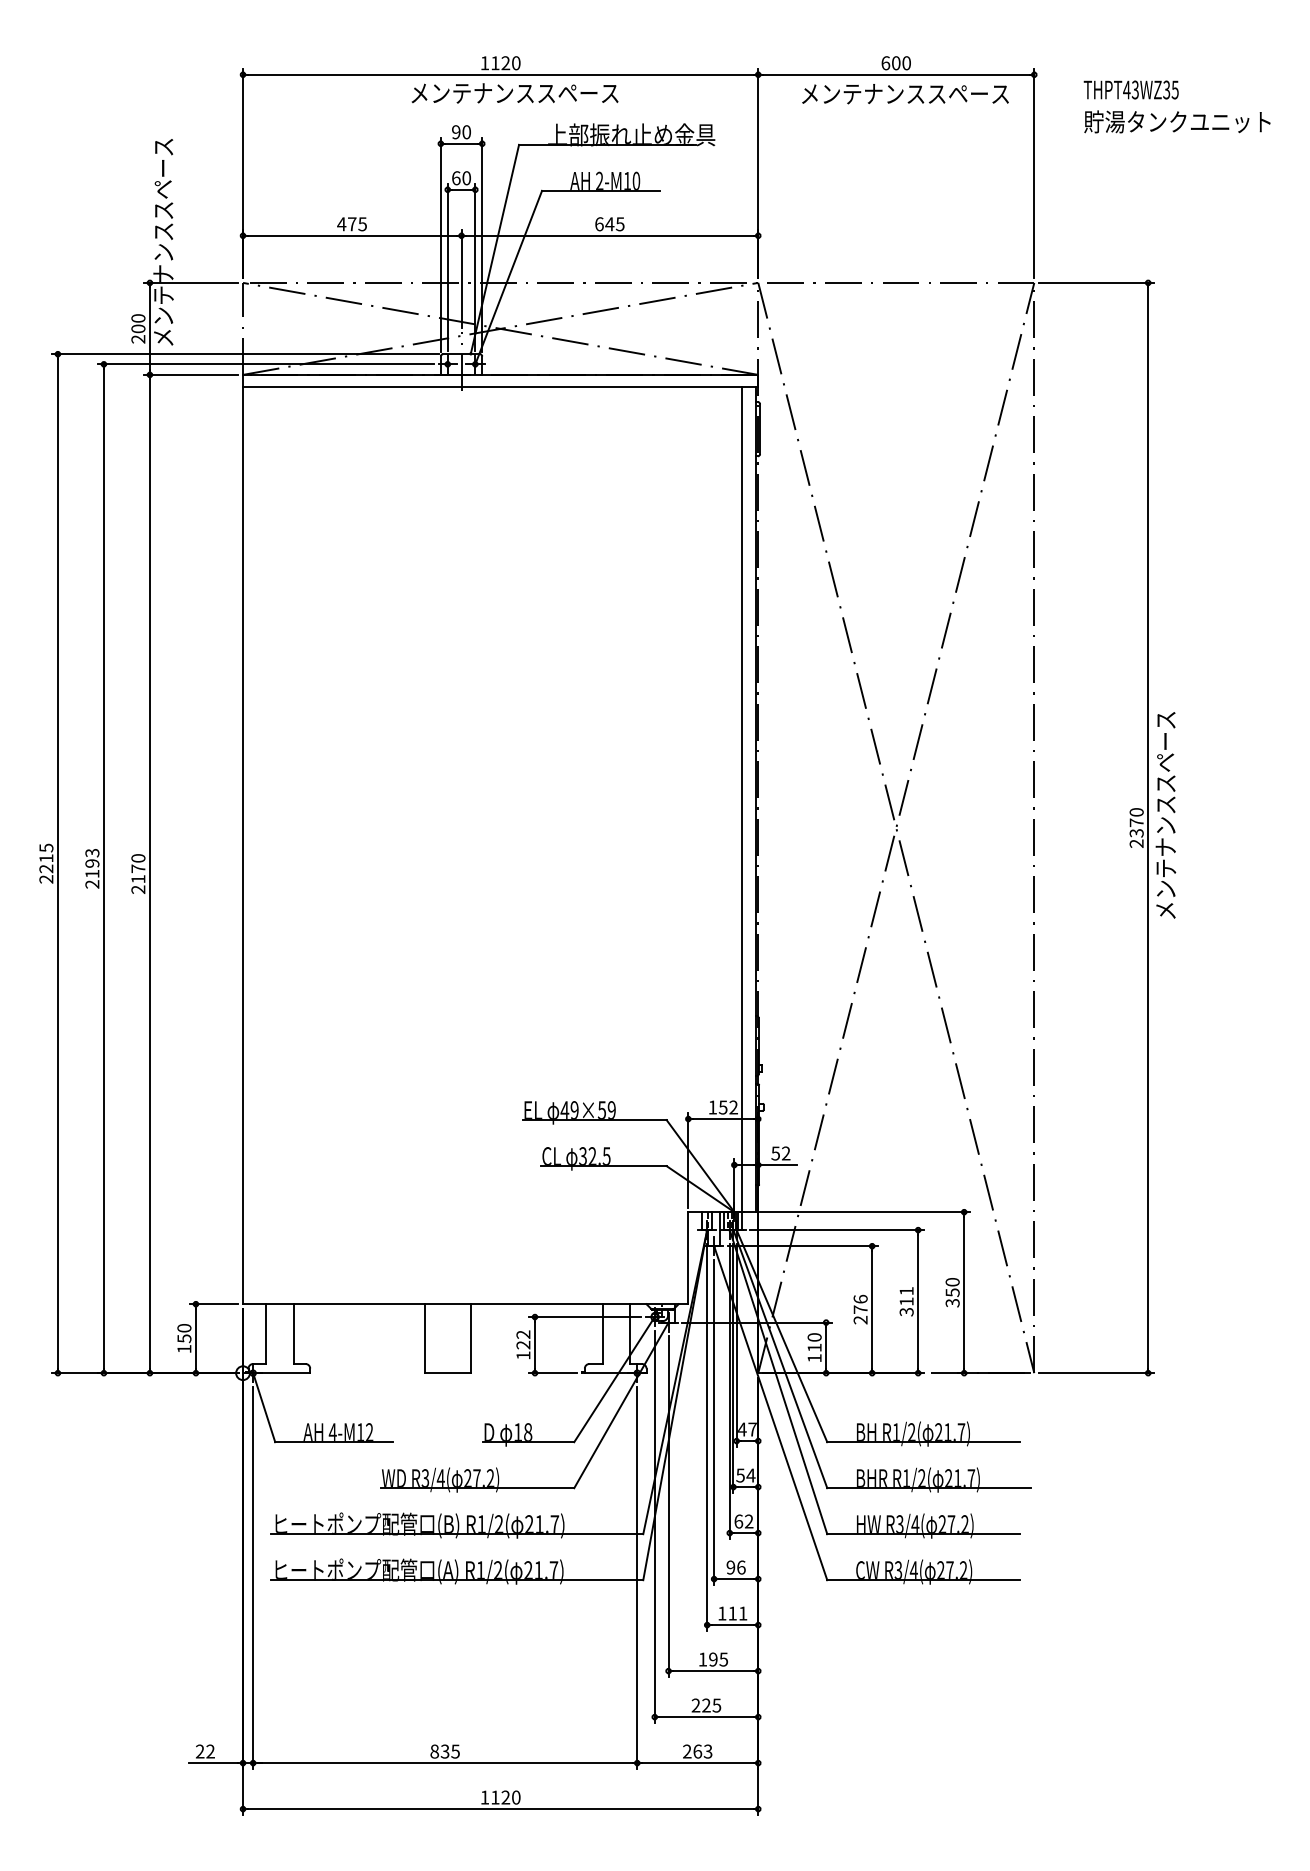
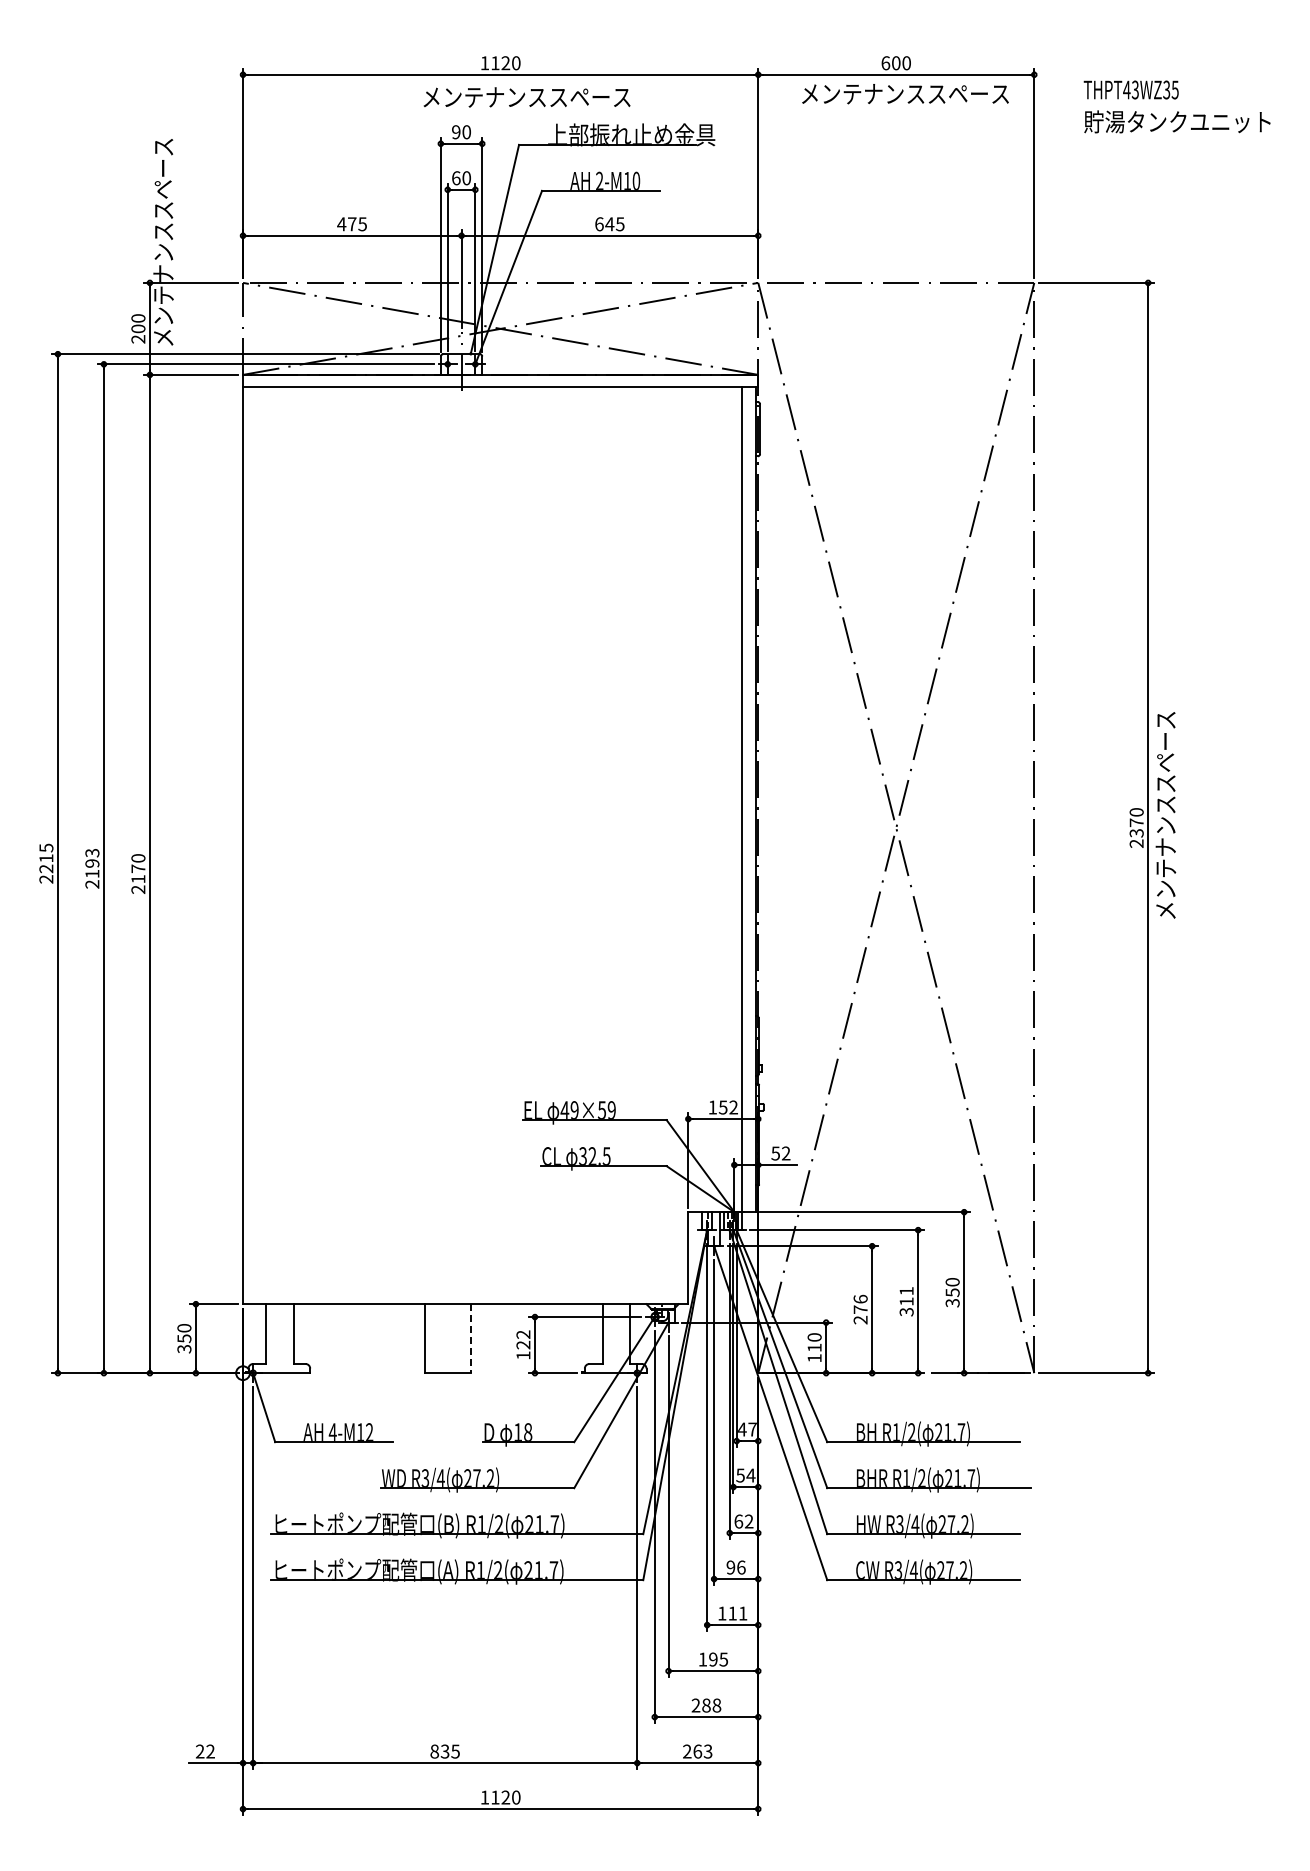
text at (514, 93) position: (514, 93) -> (526, 97)
line at (470, 1338): solid -> dashed
text at (184, 1349): 150 -> 350
text at (711, 1705): 225 -> 288
